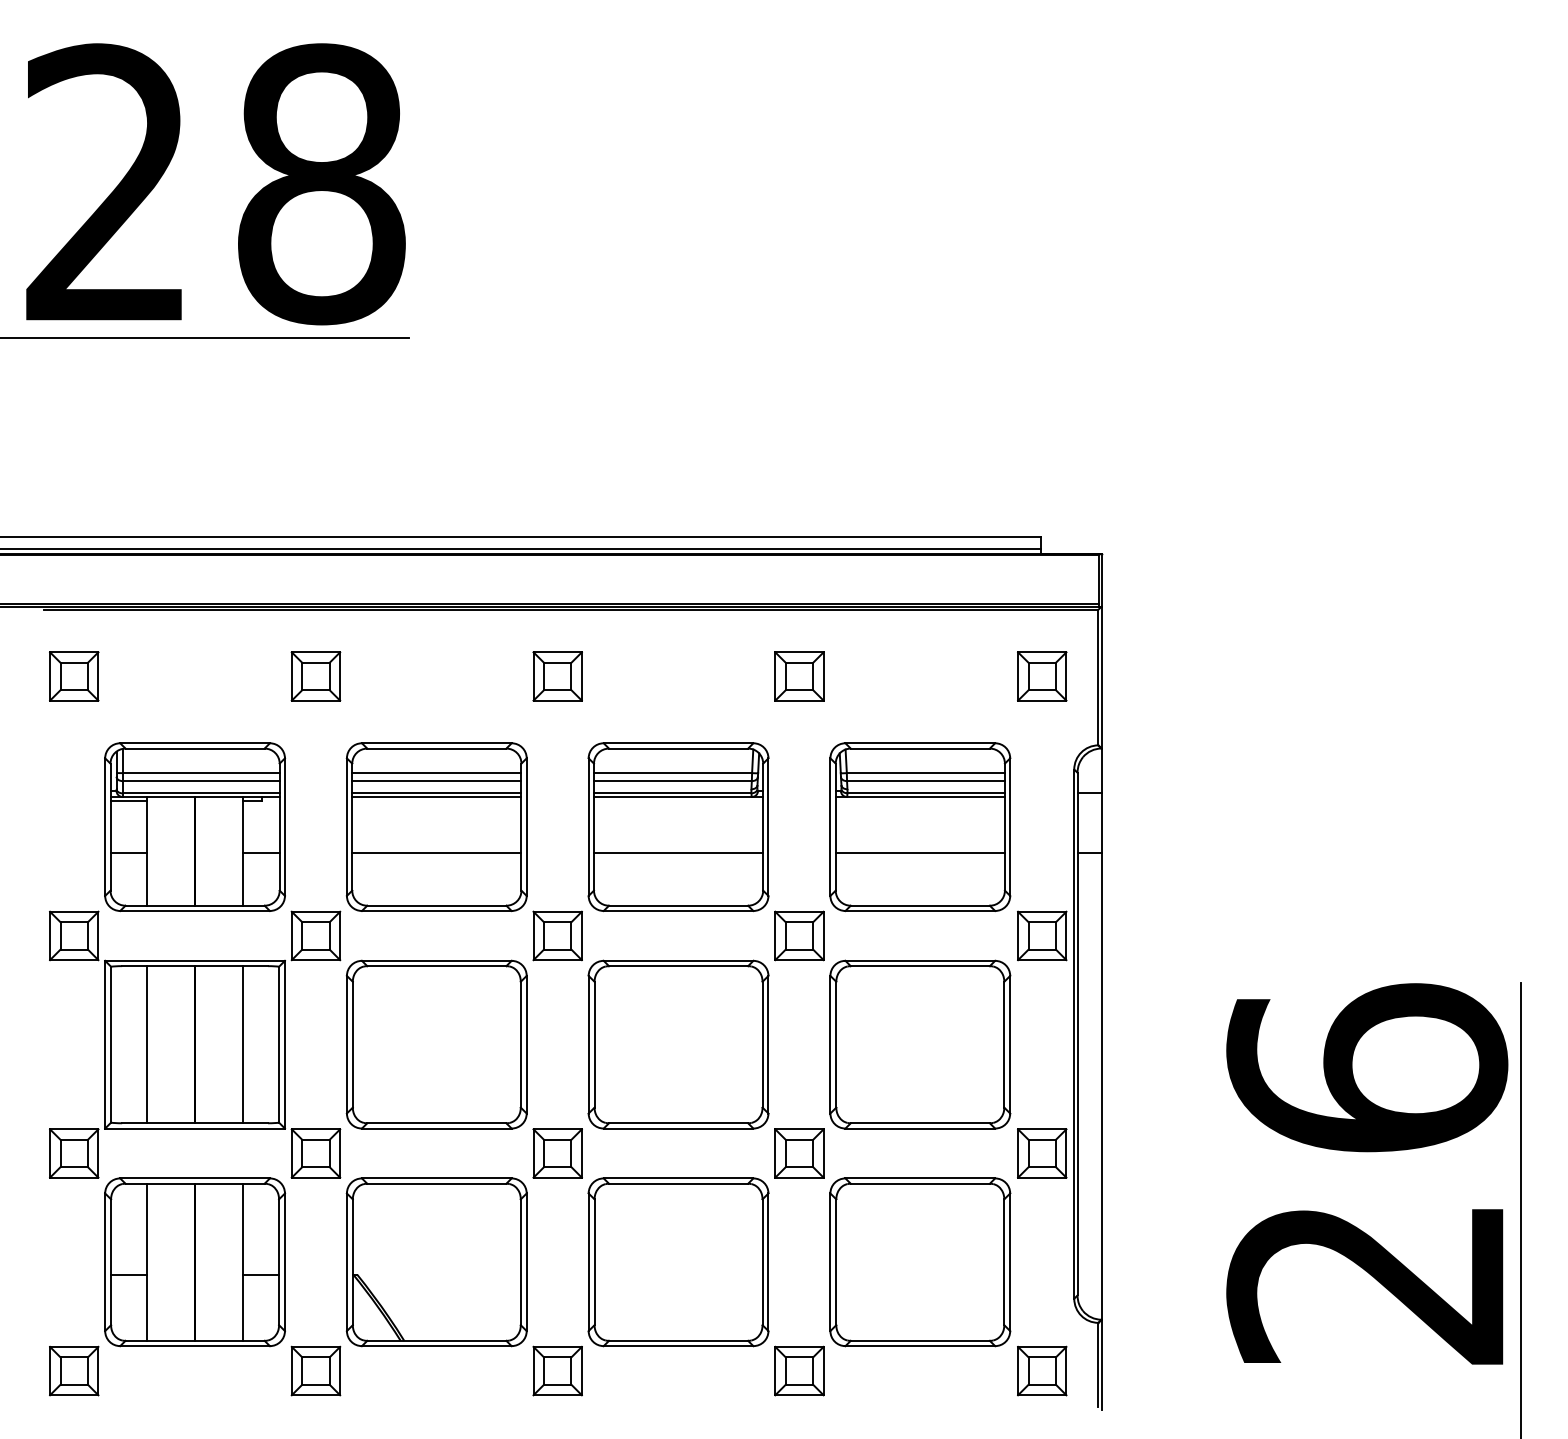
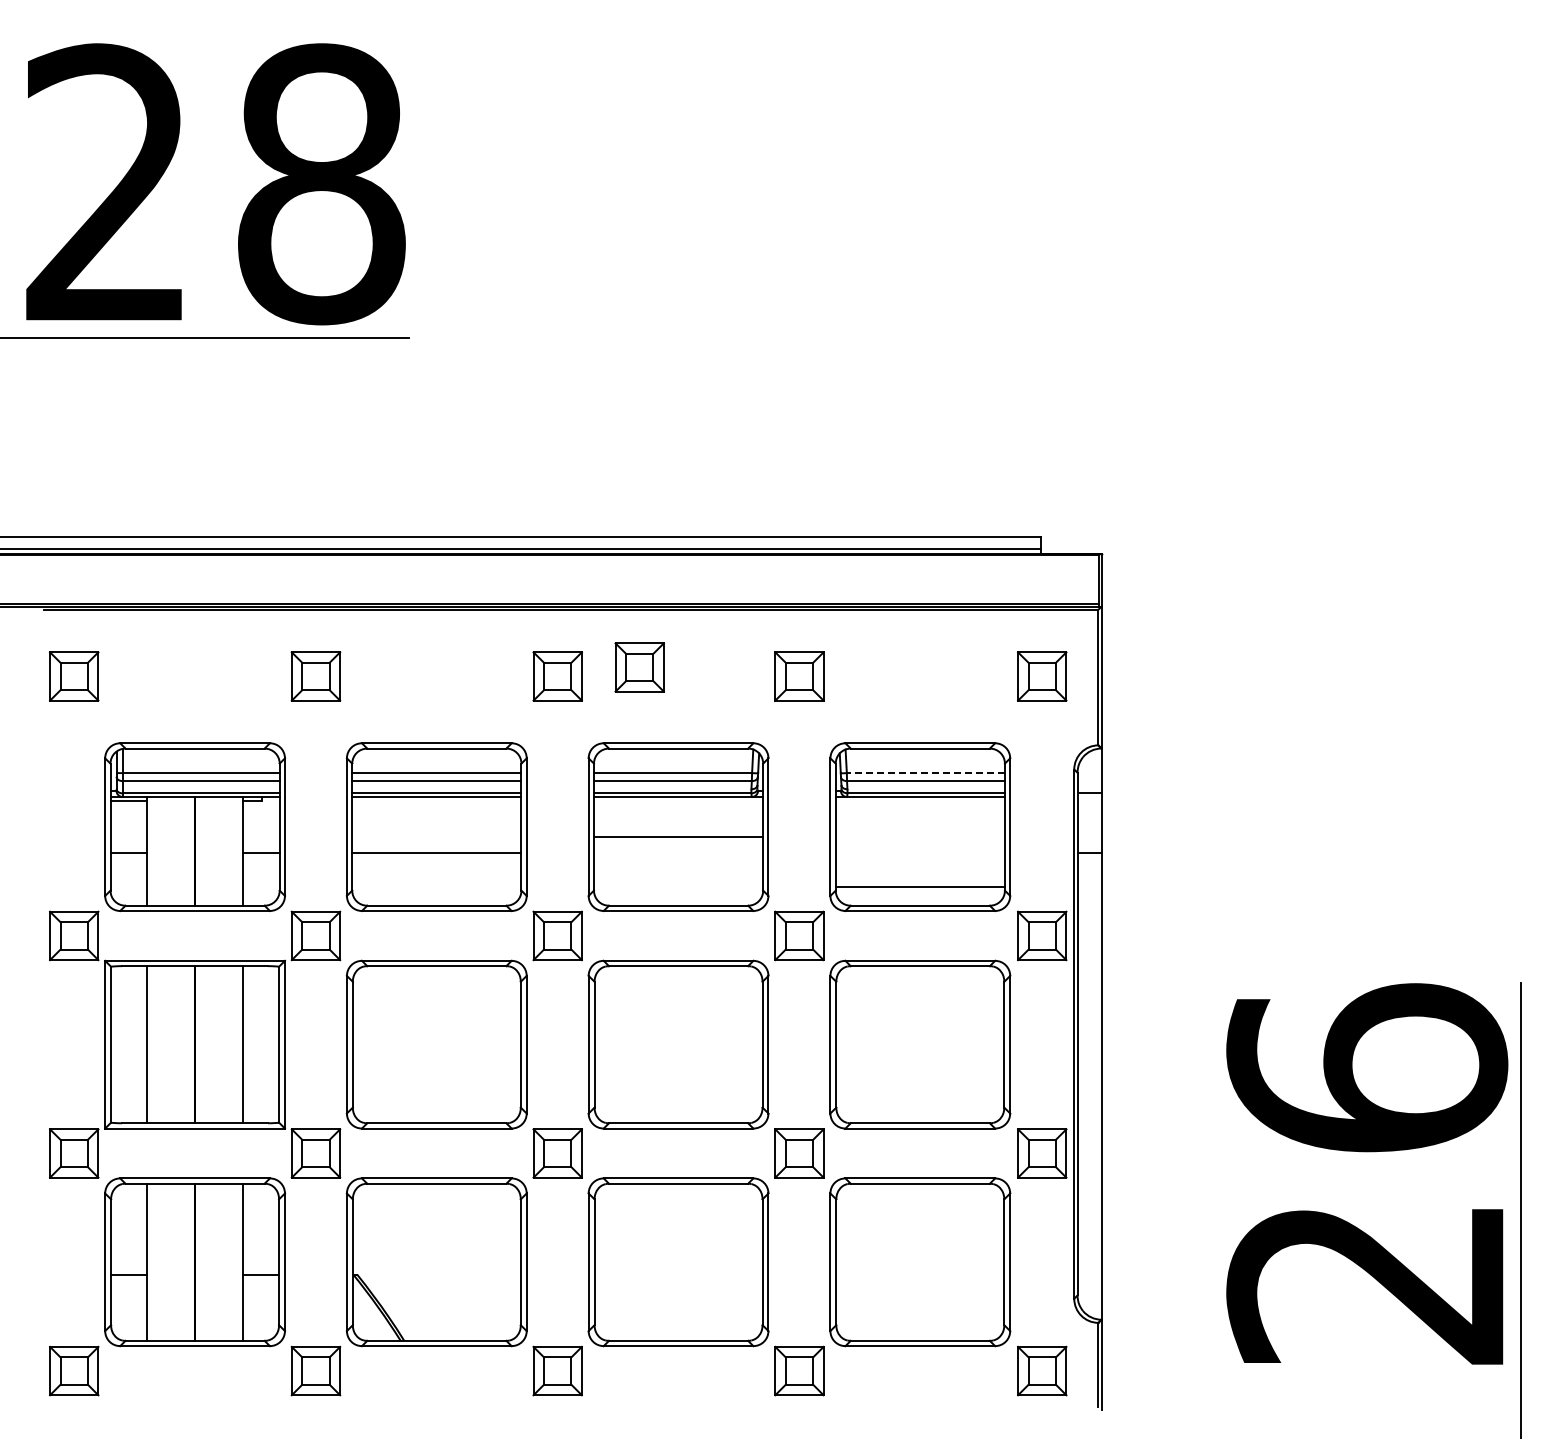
part at (639, 667): none -> present
line at (925, 773): solid -> dashed
line at (678, 852) position: (678, 852) -> (678, 836)
line at (919, 852) position: (919, 852) -> (919, 886)
